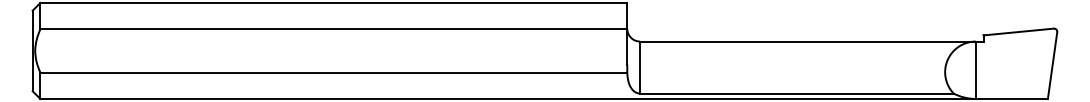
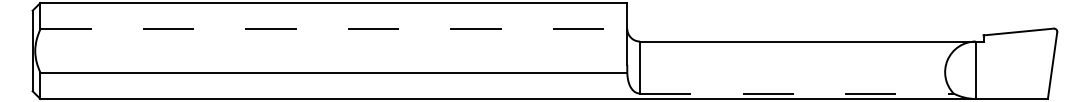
line at (334, 29): solid -> dashed
line at (796, 93): solid -> dashed
